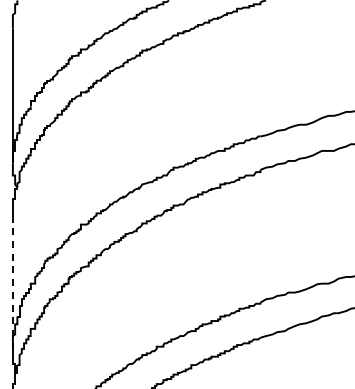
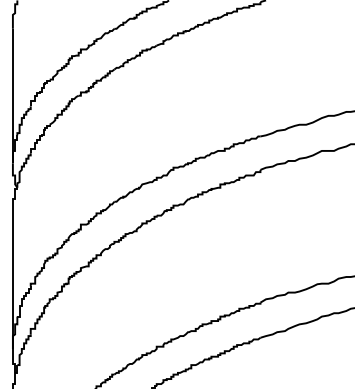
line at (12, 282): dashed -> solid
